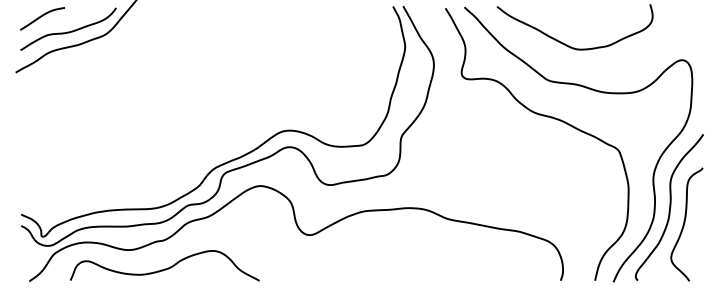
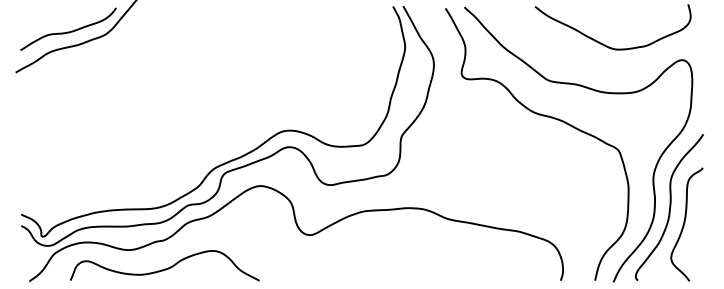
curve at (41, 17): present -> none
curve at (565, 43) position: (565, 43) -> (603, 43)
